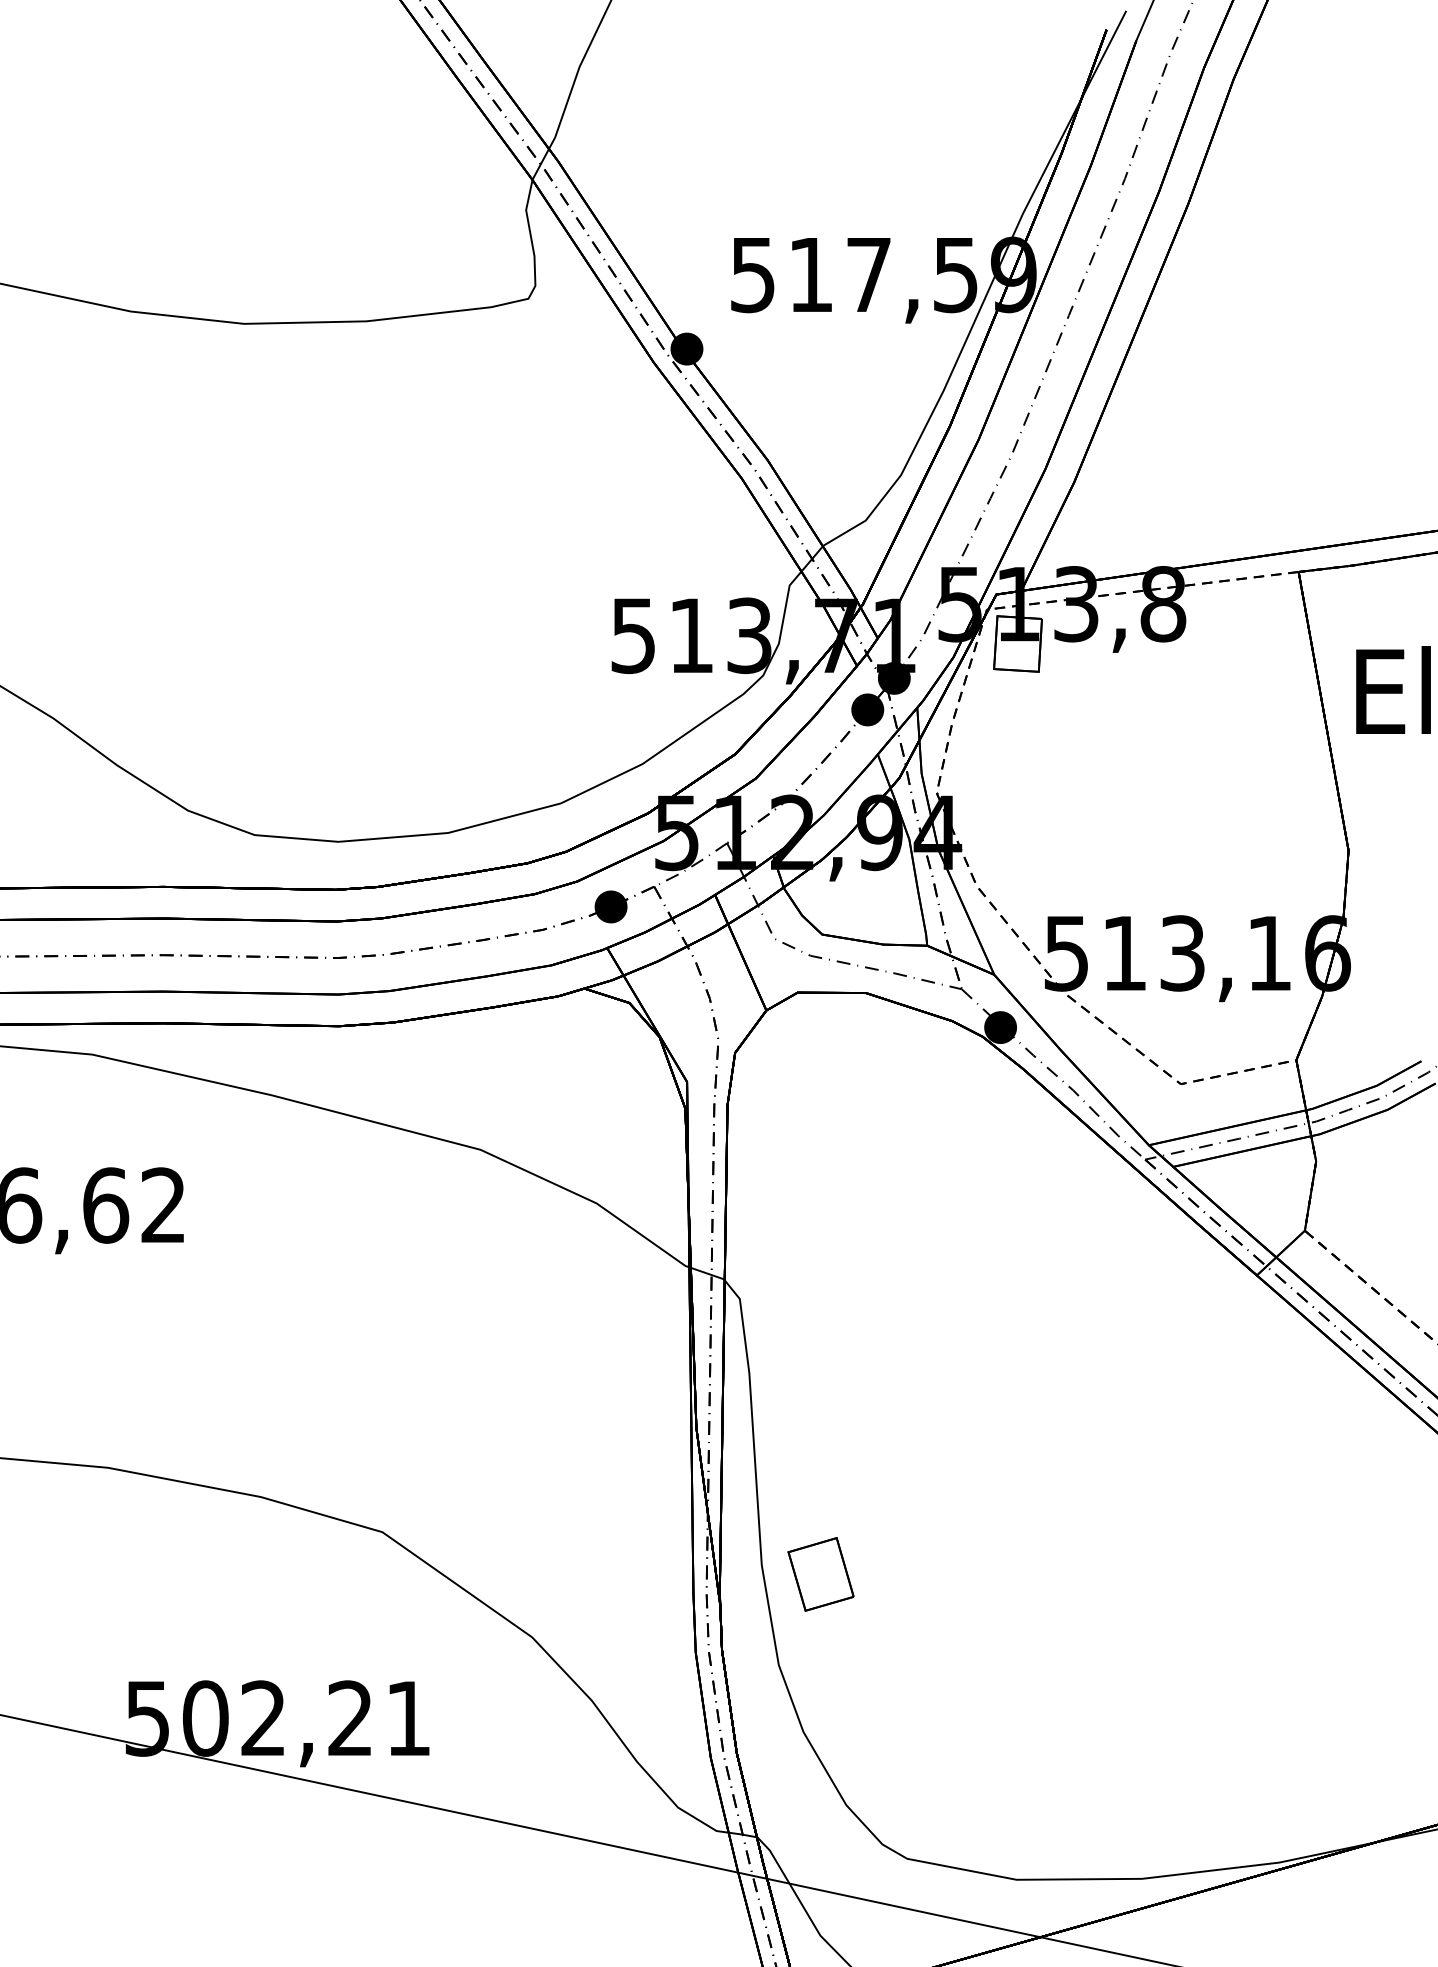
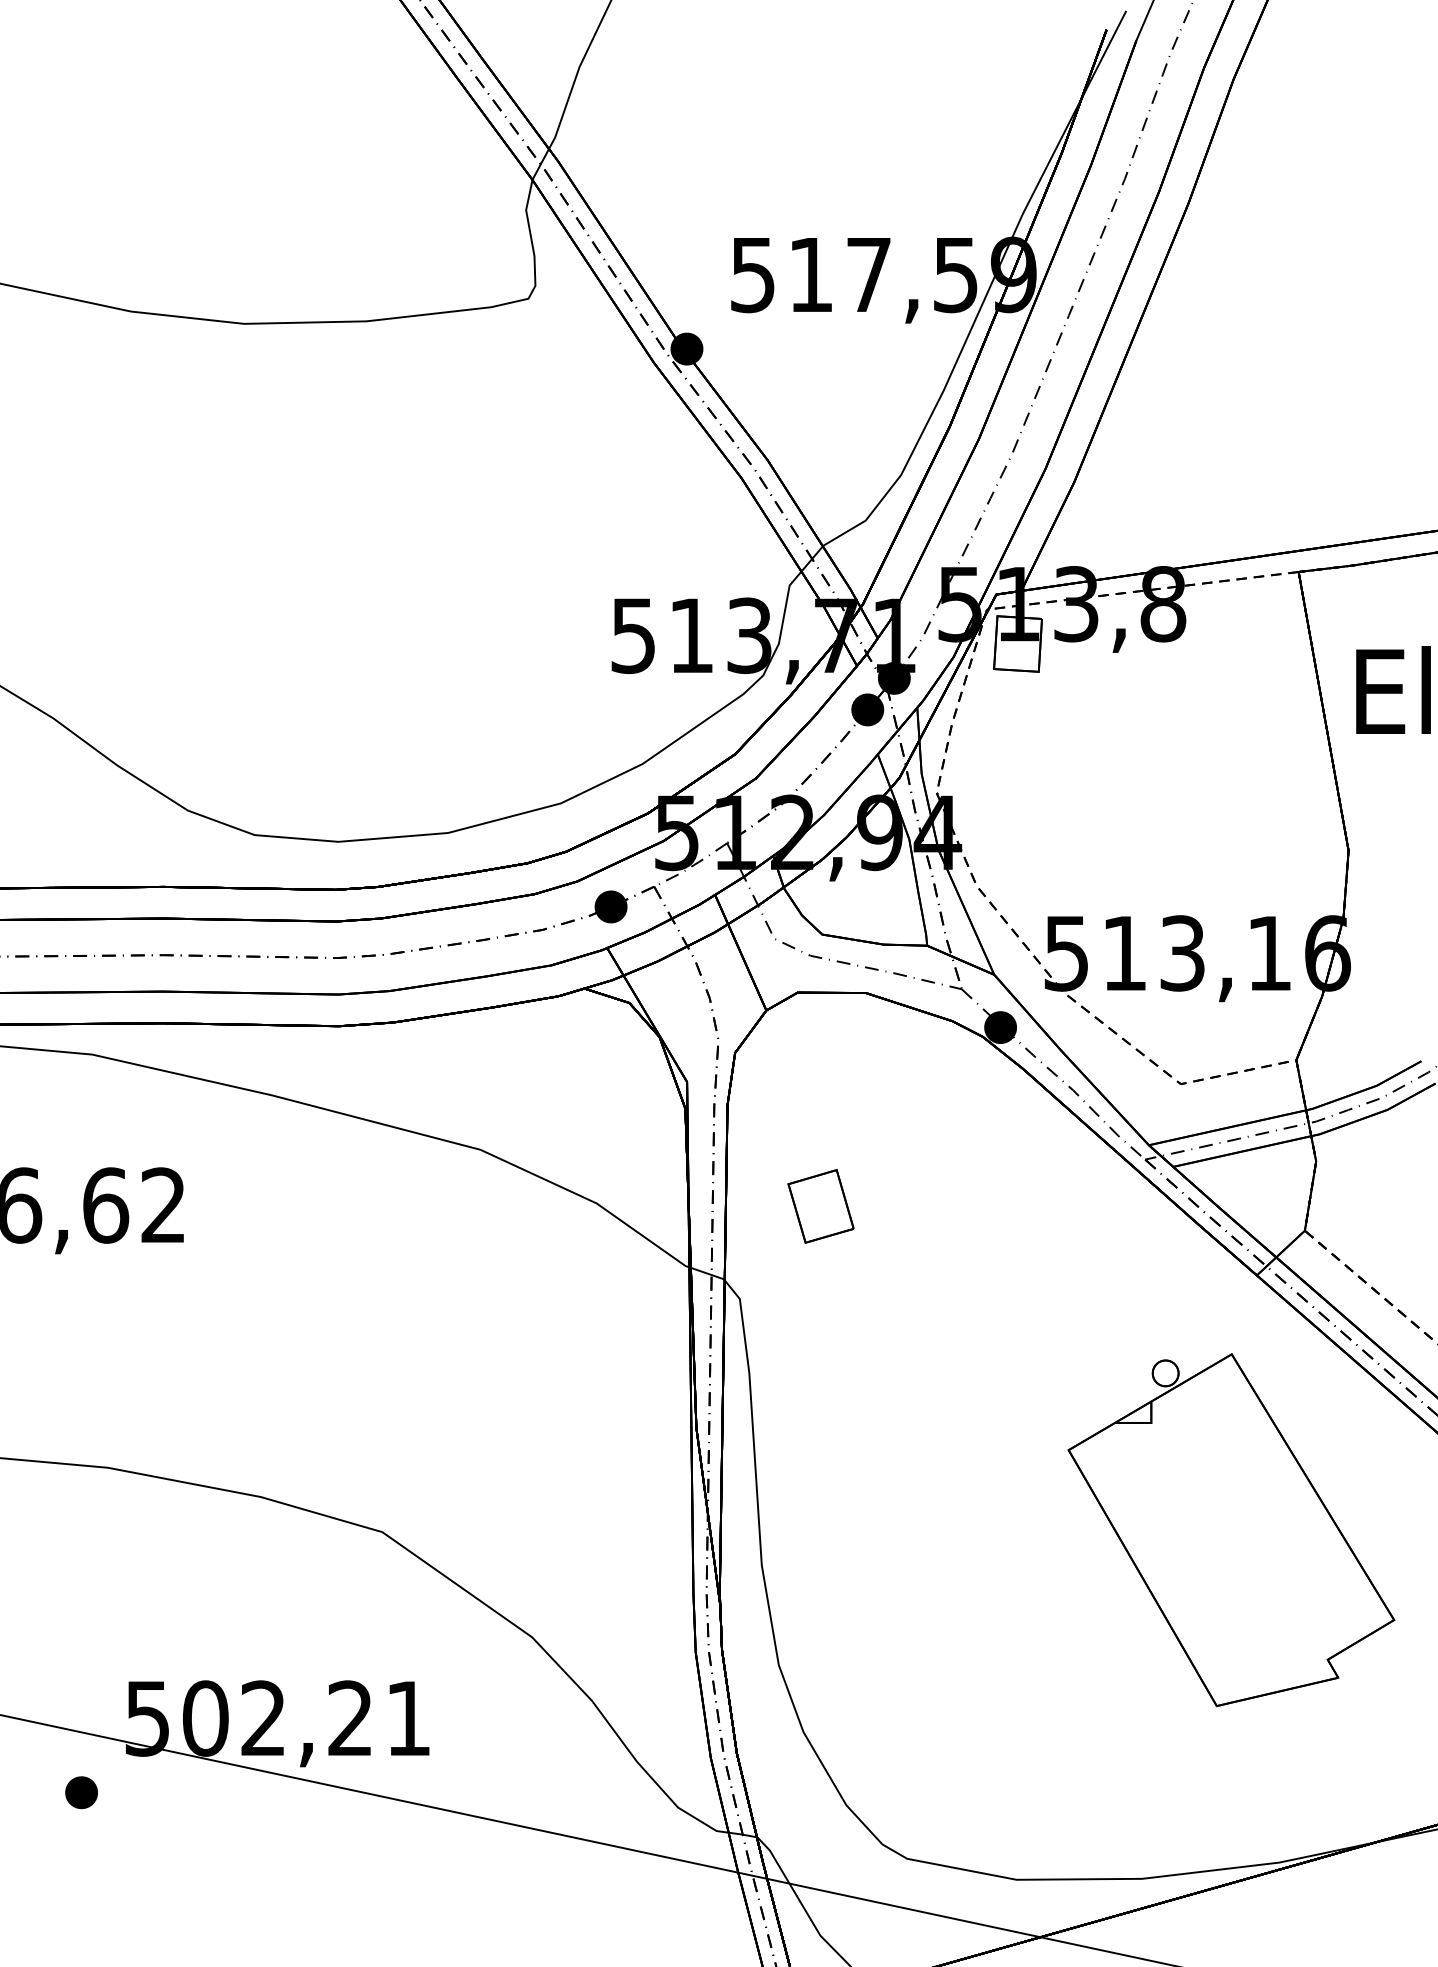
part at (1231, 1530): none -> present
part at (820, 1574) position: (820, 1574) -> (820, 1206)
part at (81, 1792): none -> present
